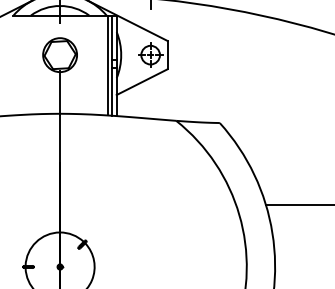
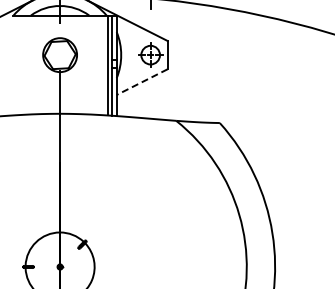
line at (142, 82): solid -> dashed
line at (298, 204): present -> none
